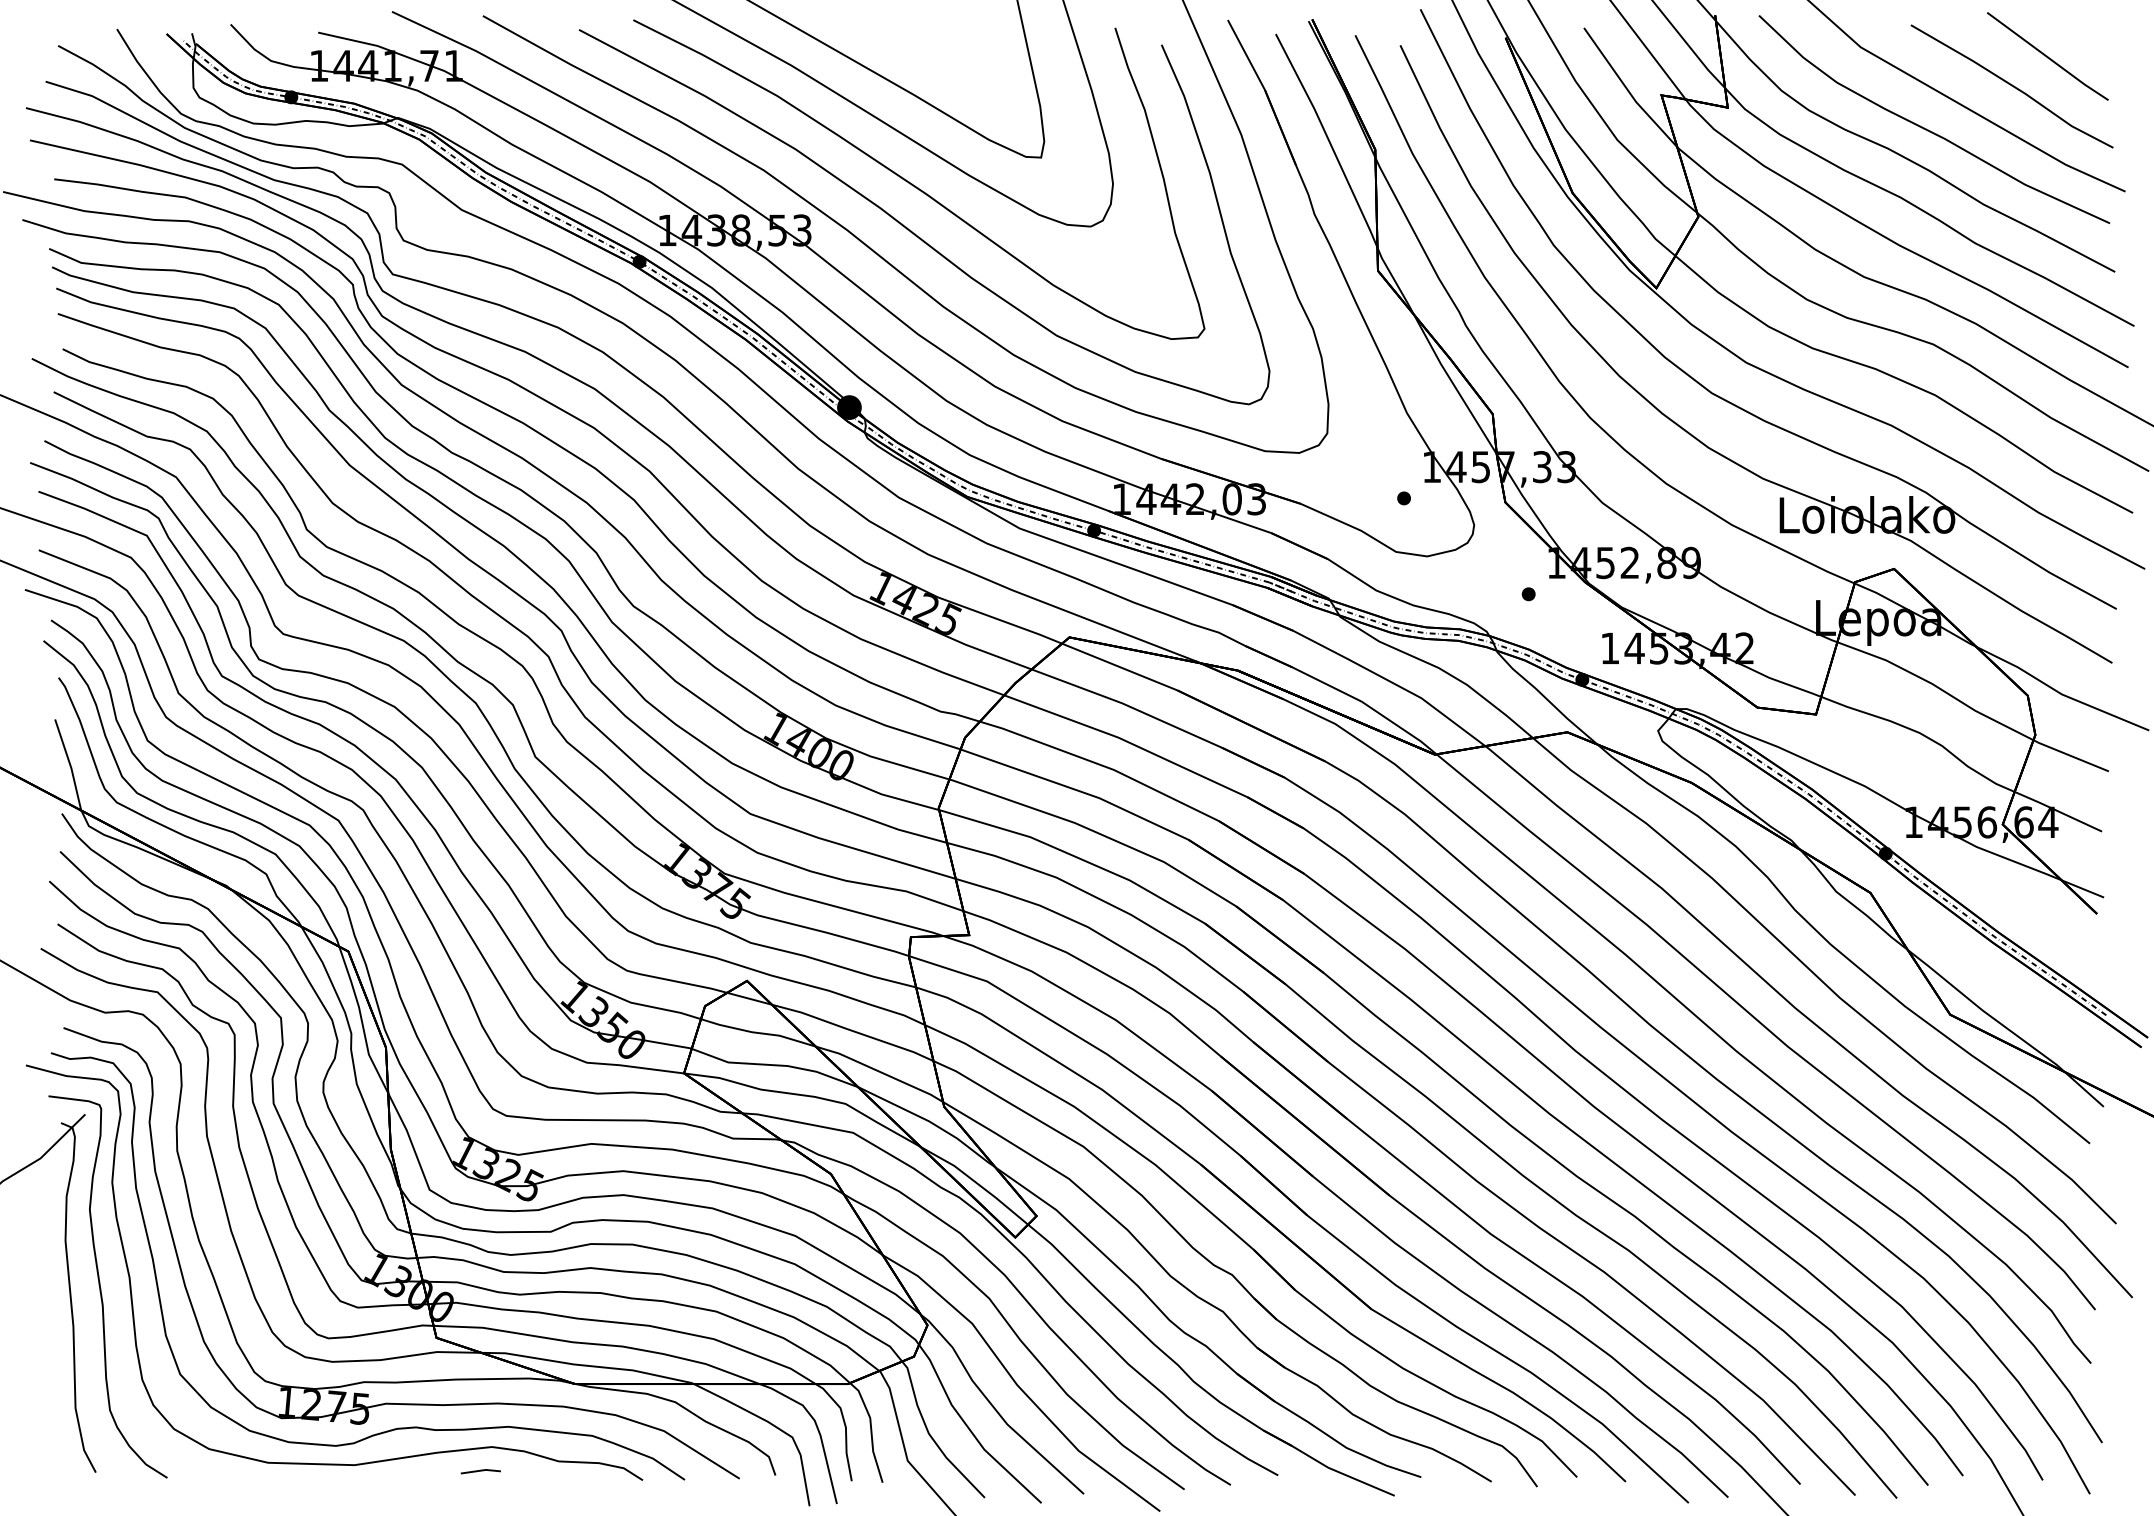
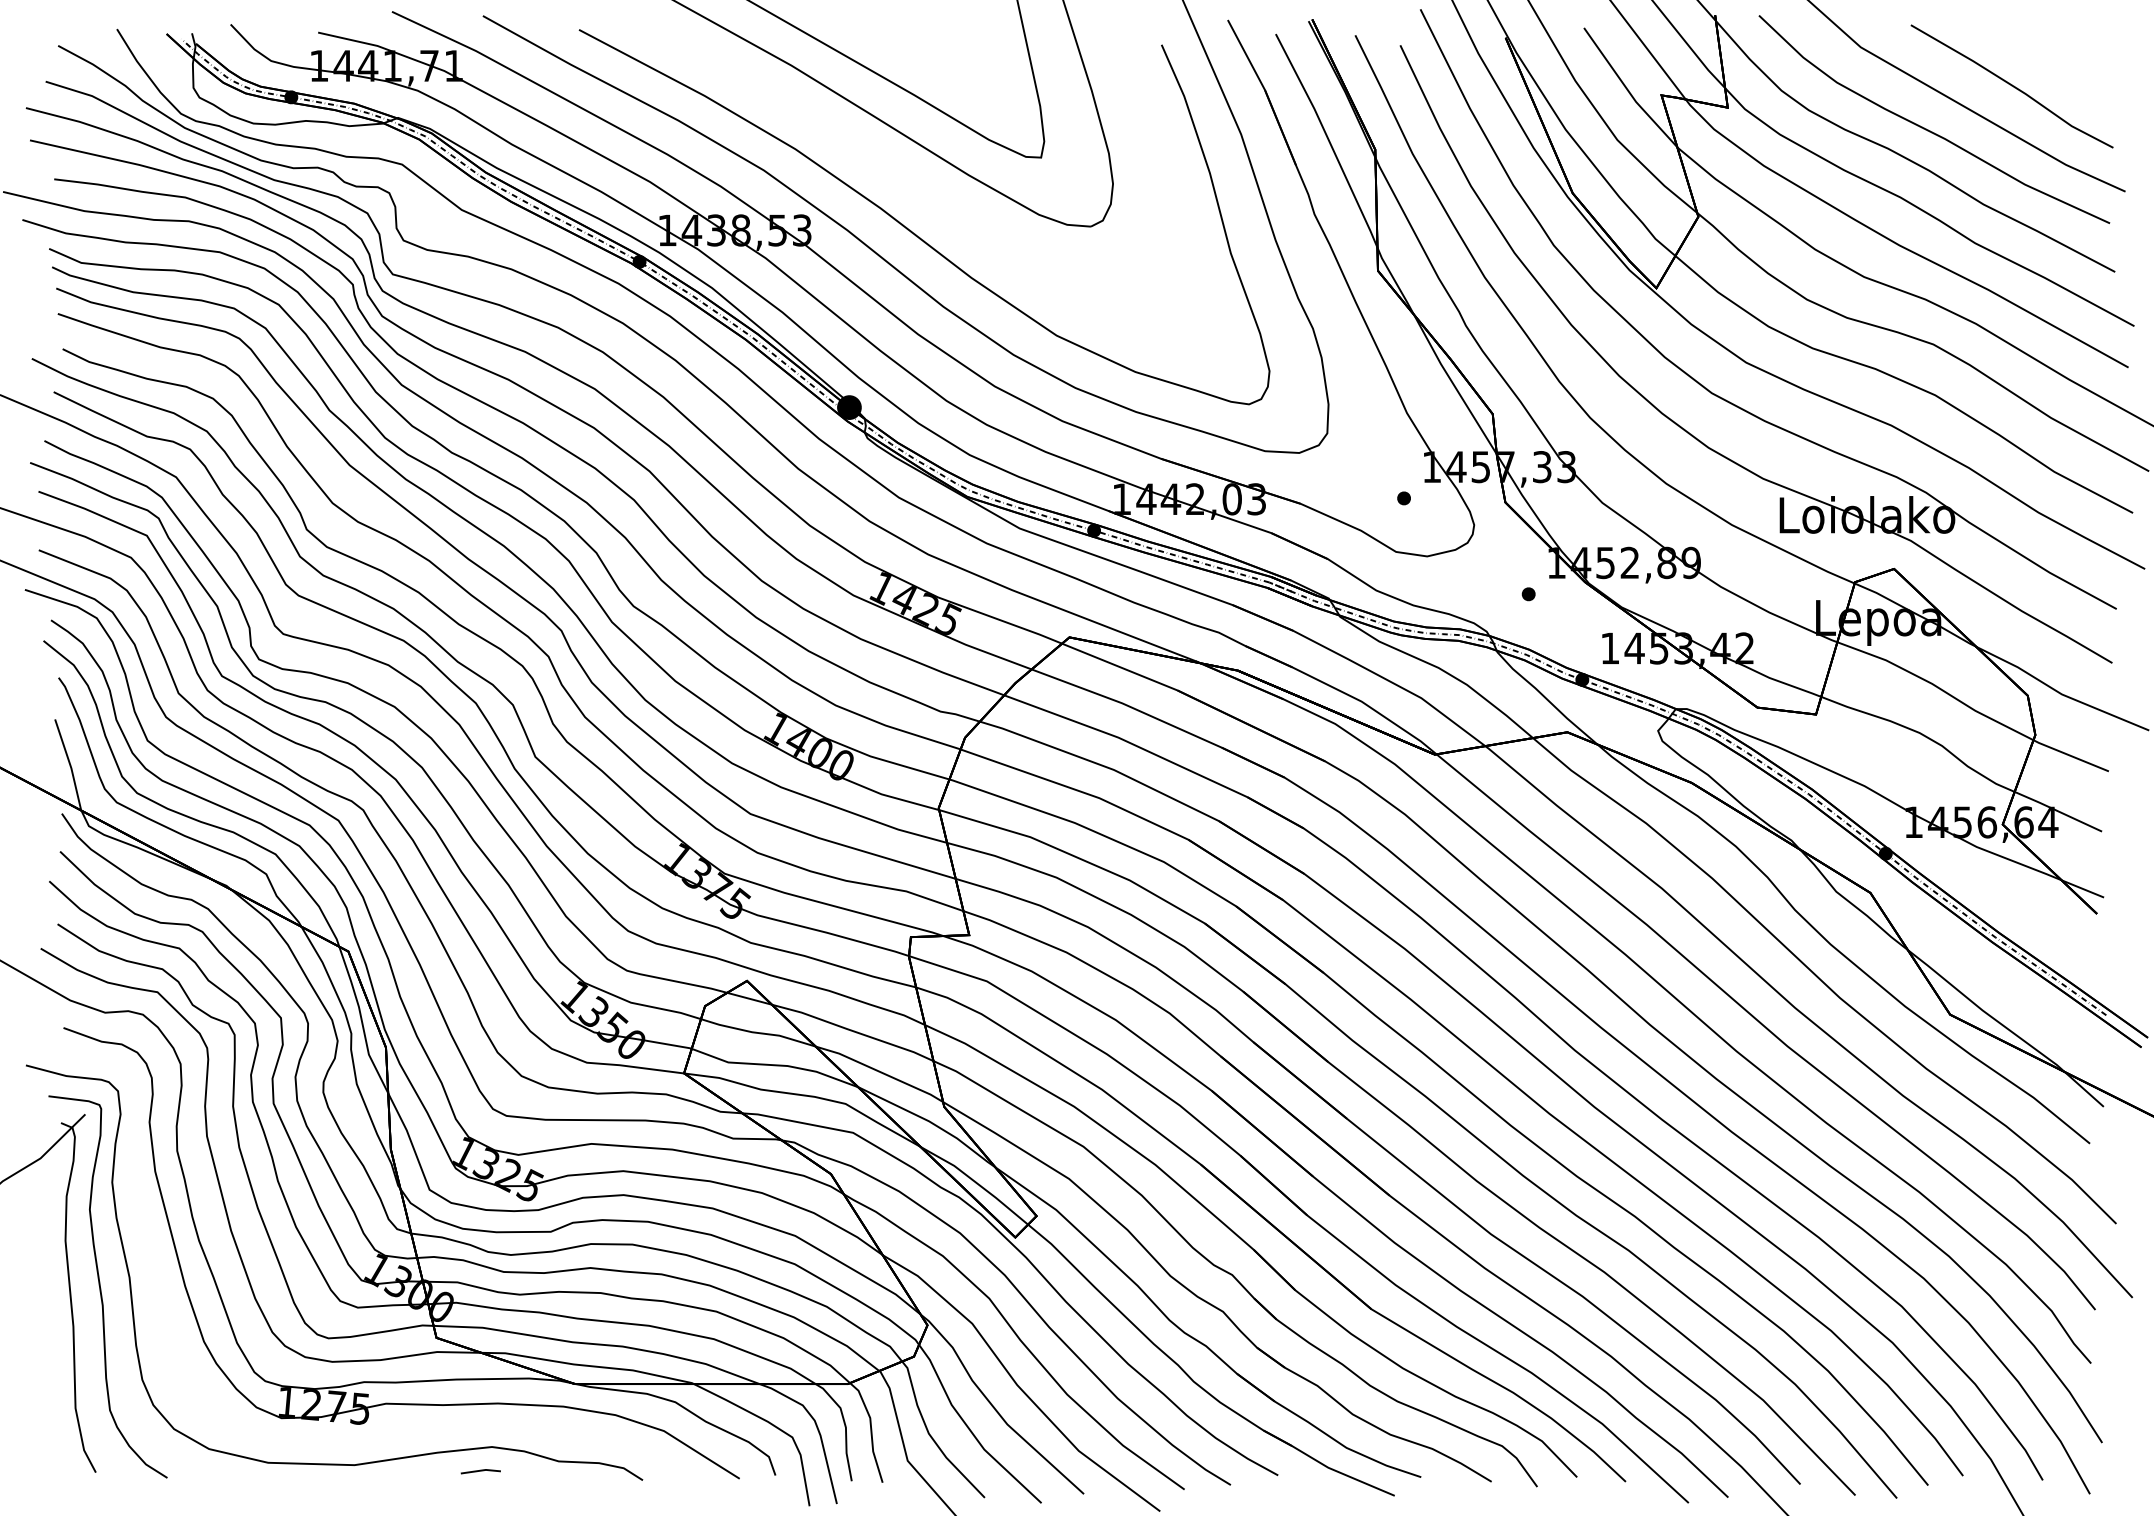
line at (2047, 56): present -> none
curve at (915, 185): present -> none
curve at (398, 1427): present -> none
